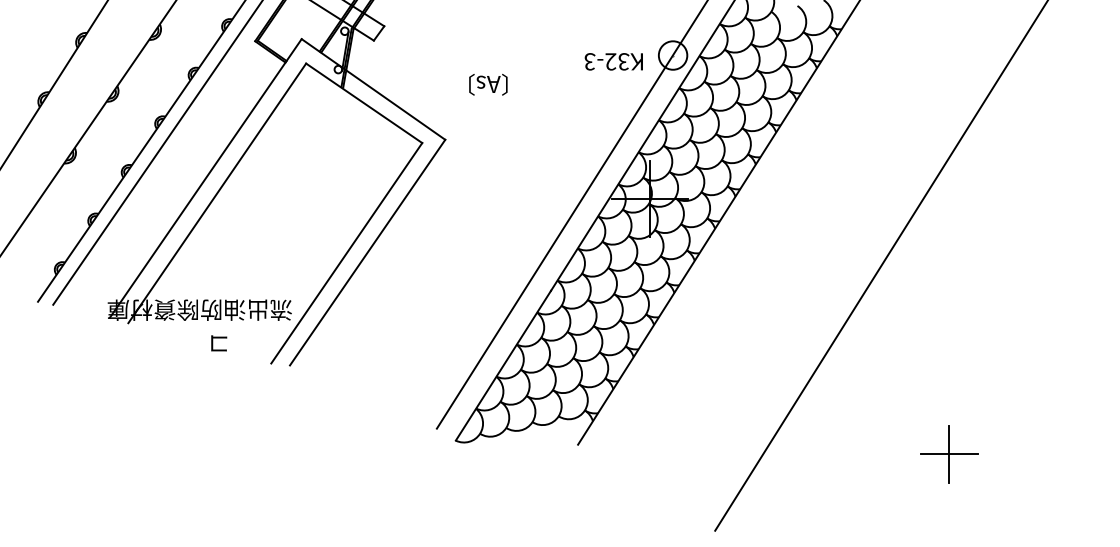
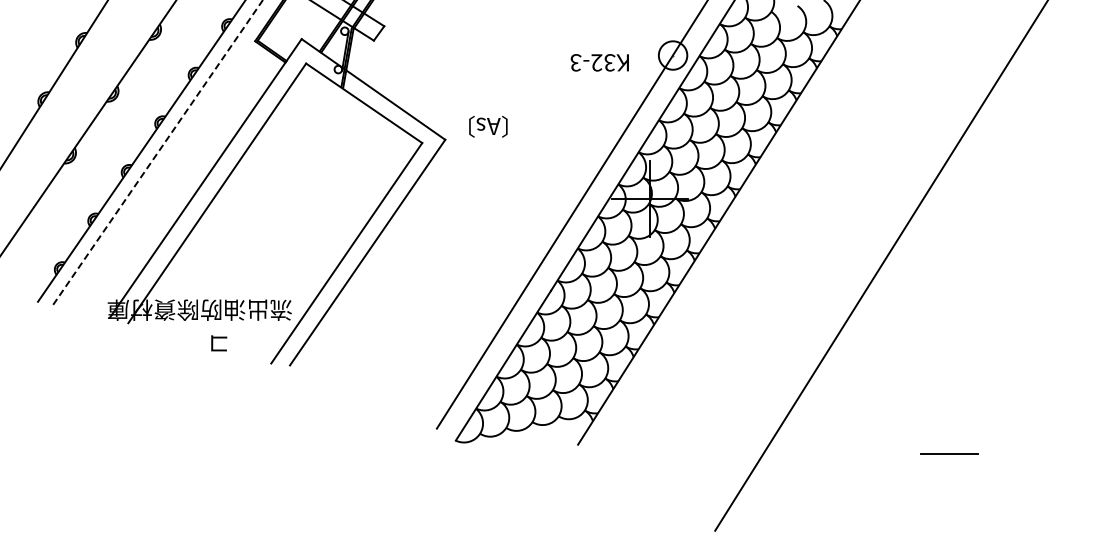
text at (613, 61) position: (613, 61) -> (599, 62)
text at (488, 84) position: (488, 84) -> (488, 126)
line at (157, 152): solid -> dashed
line at (949, 453): present -> none
